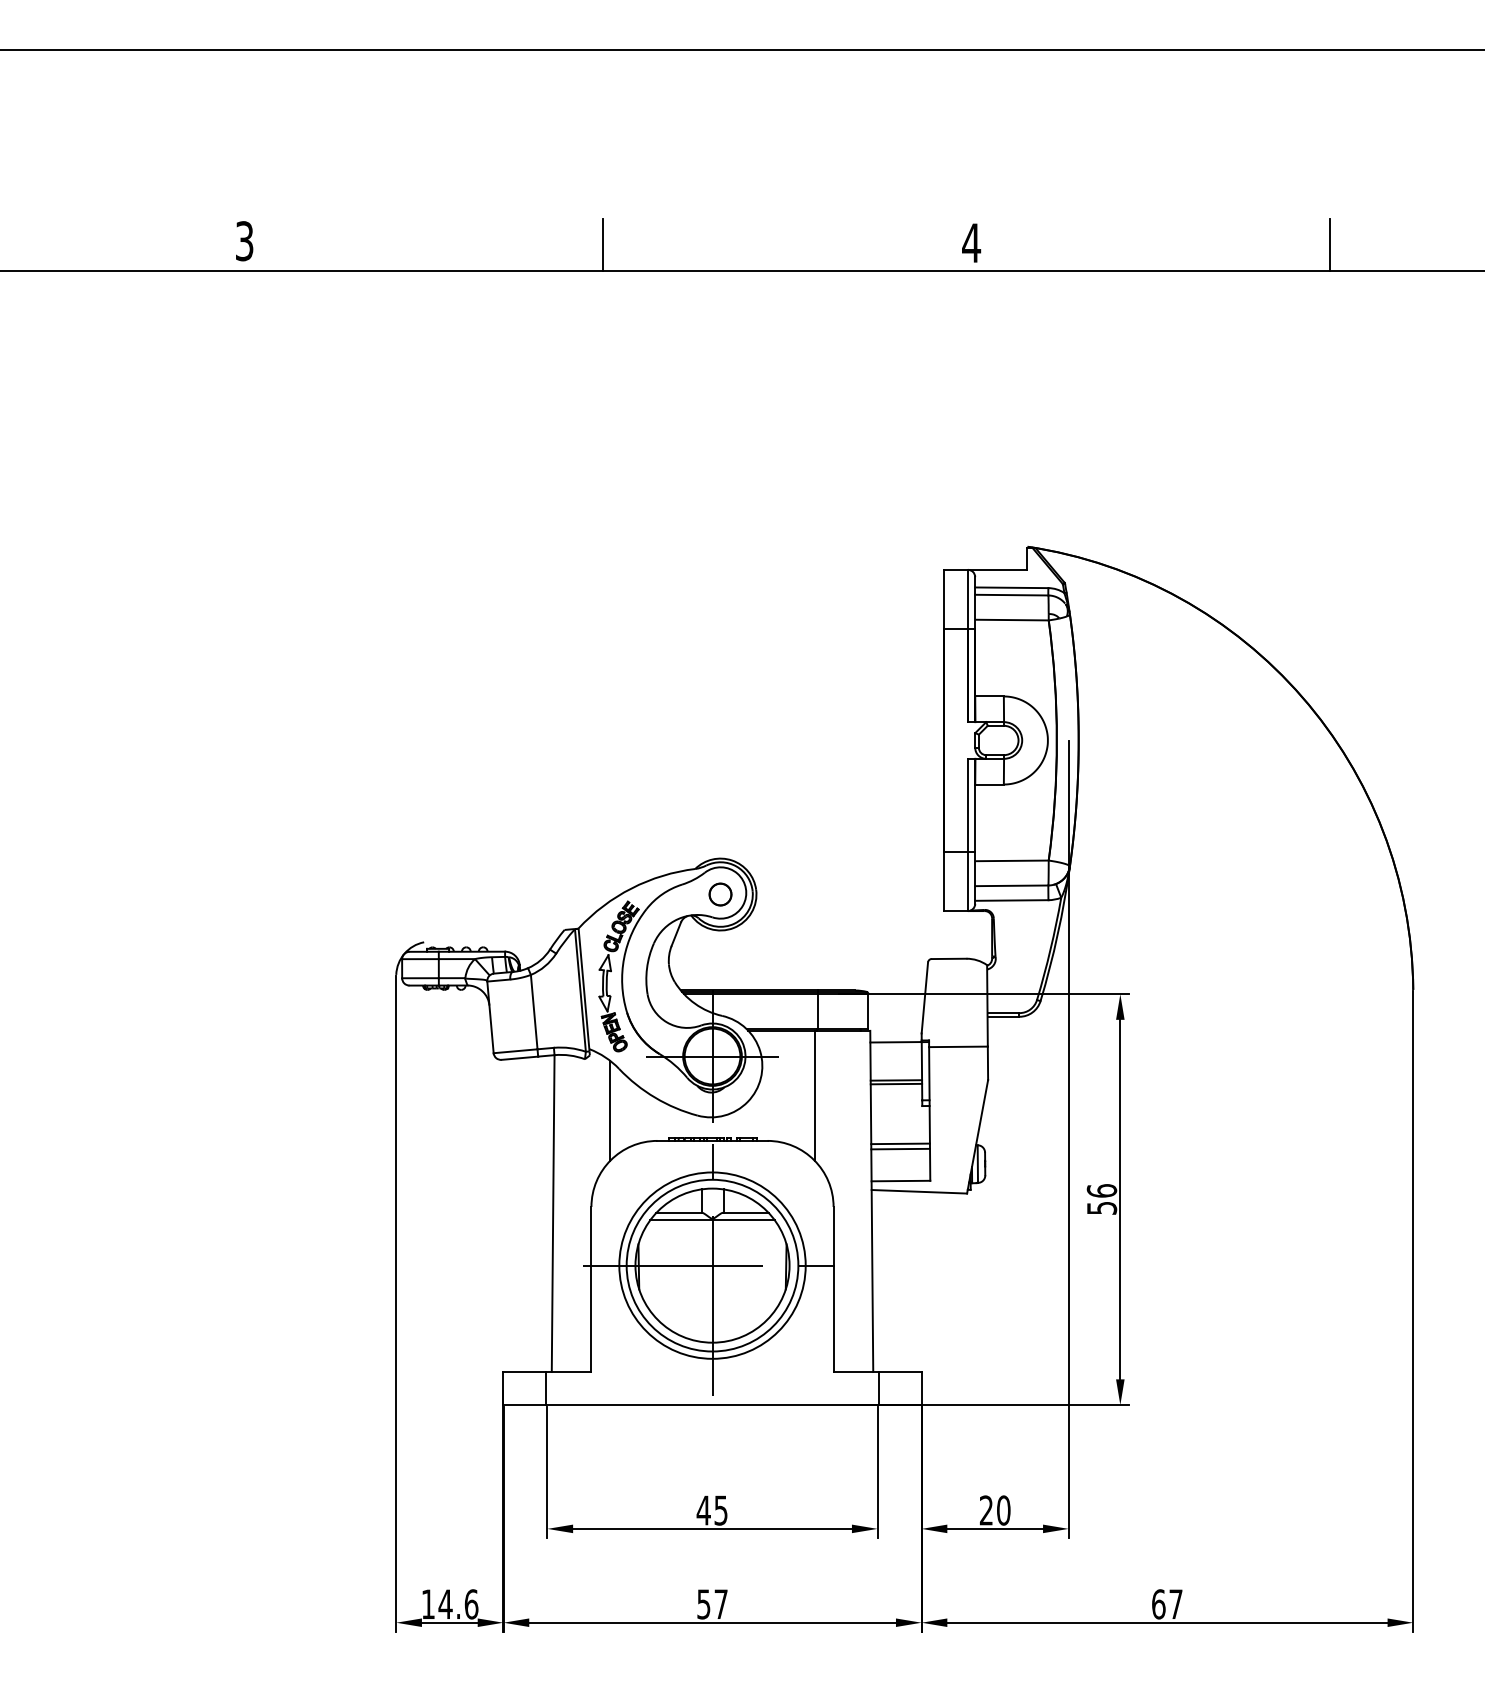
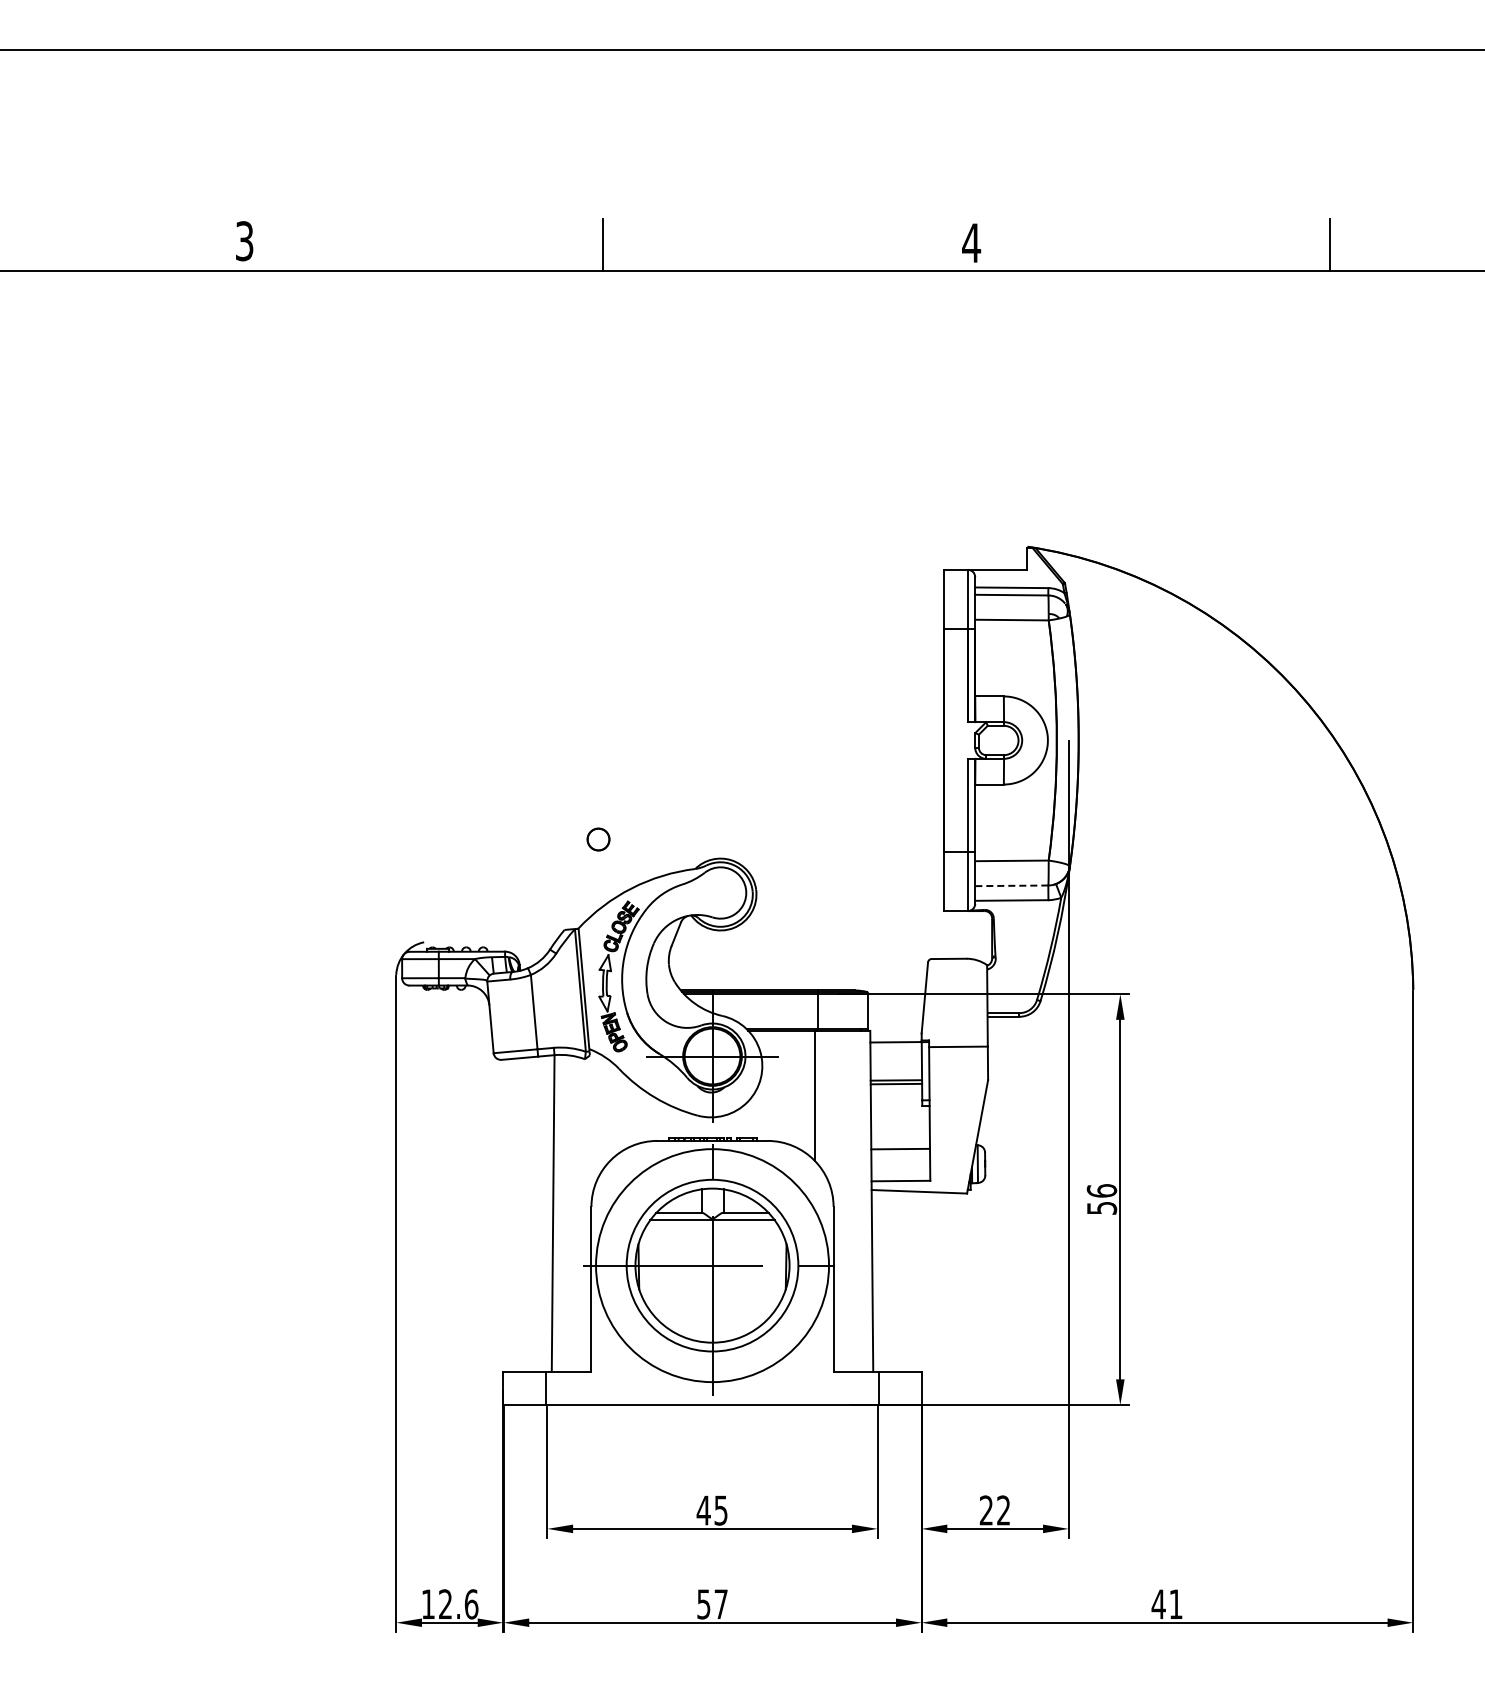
line at (1011, 885): solid -> dashed
part at (720, 894) position: (720, 894) -> (598, 839)
line at (609, 1110): present -> none
line at (900, 1143): present -> none
circle at (712, 1265) diameter: 186 px -> 233 px
text at (1003, 1510): 20 -> 22
text at (445, 1603): 14.6 -> 12.6
text at (1166, 1604): 67 -> 41
